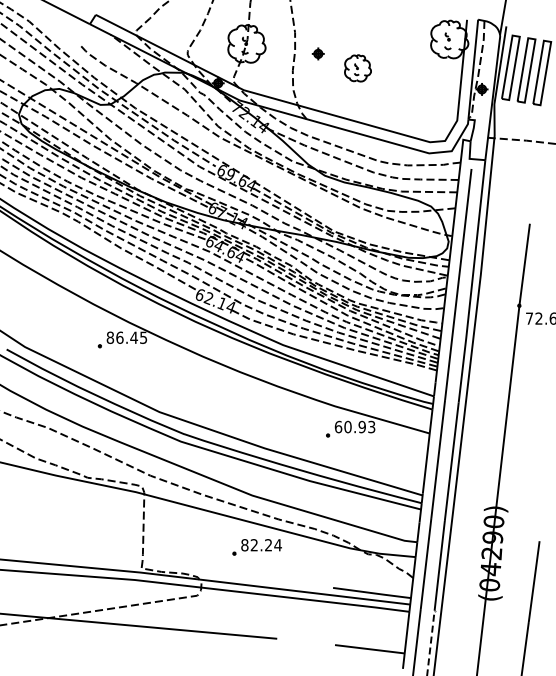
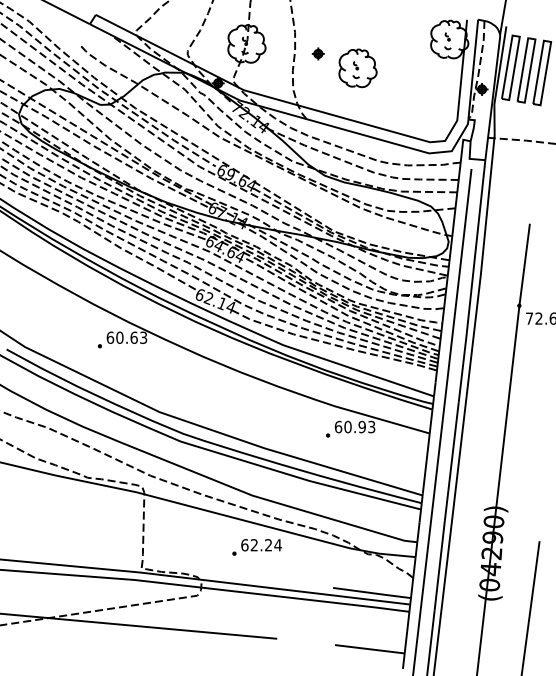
part at (357, 68) size: 28x29 px -> 40x41 px
text at (126, 337): 86.45 -> 60.63
text at (244, 545): 82.24 -> 62.24
line at (430, 643): dashed -> solid
